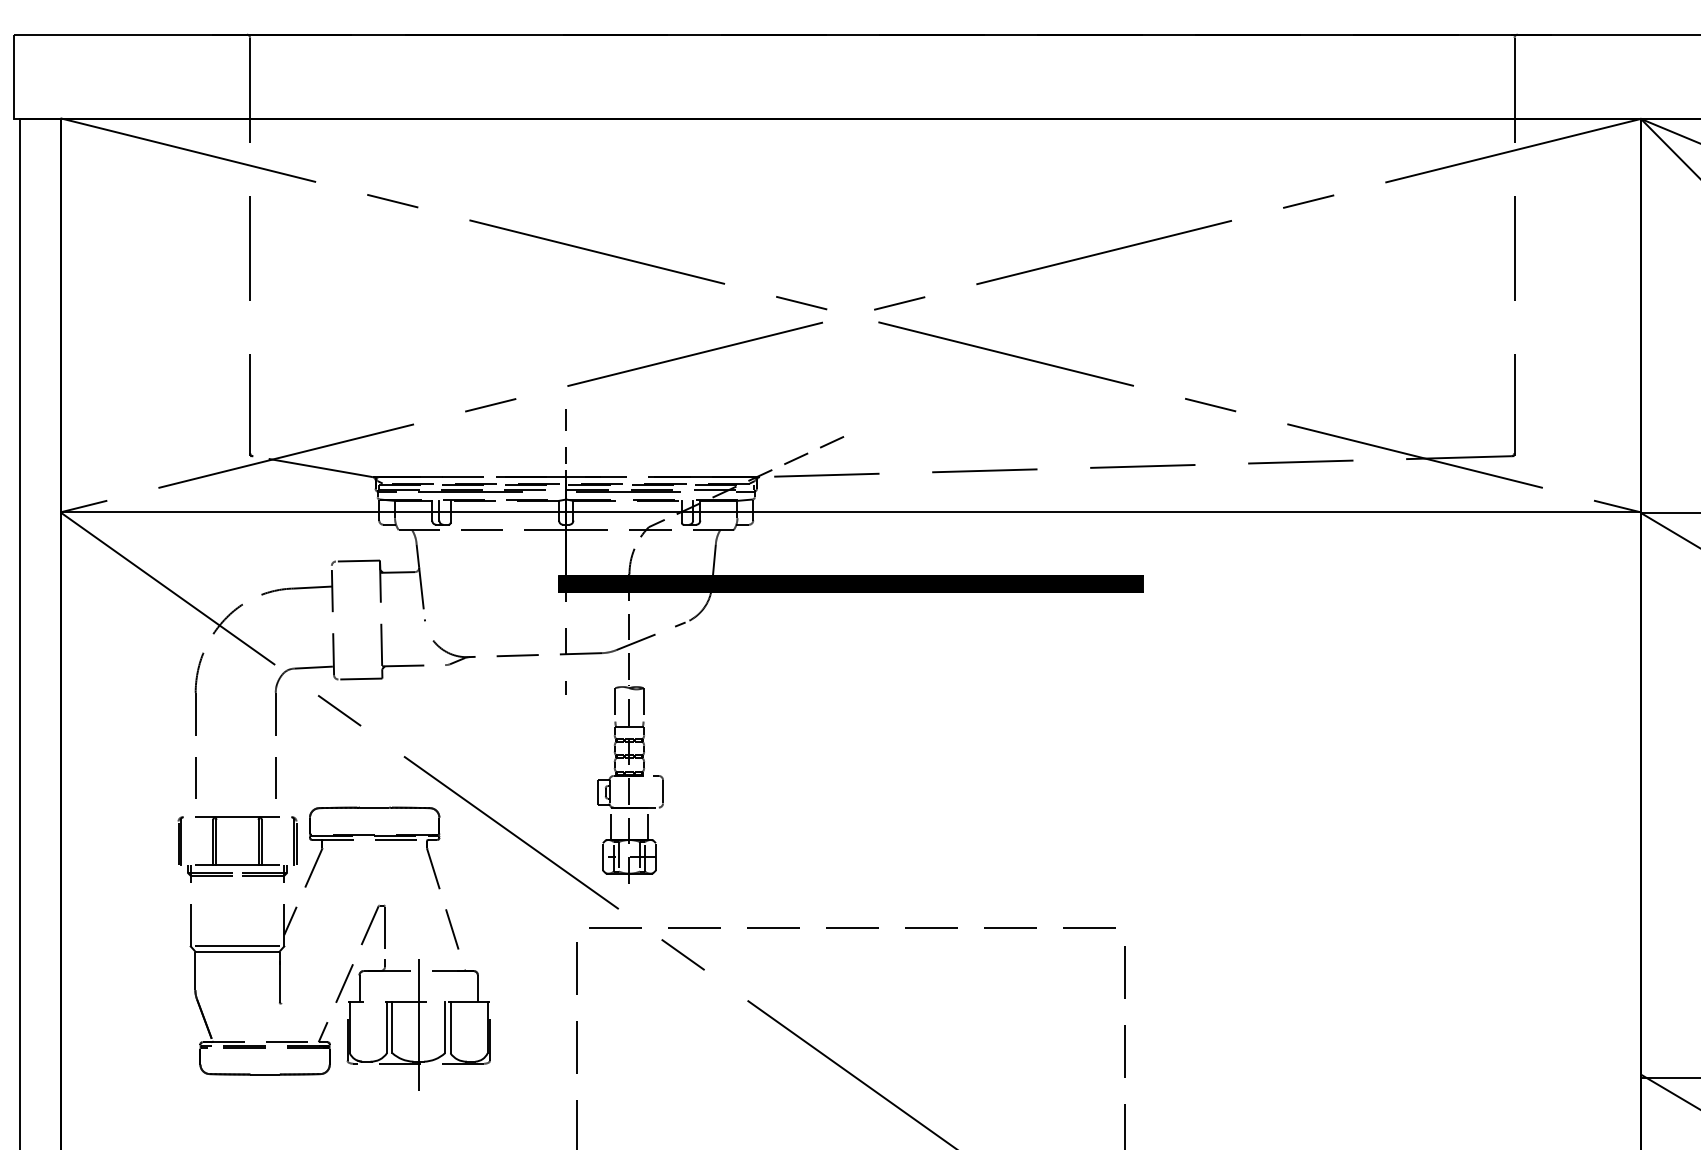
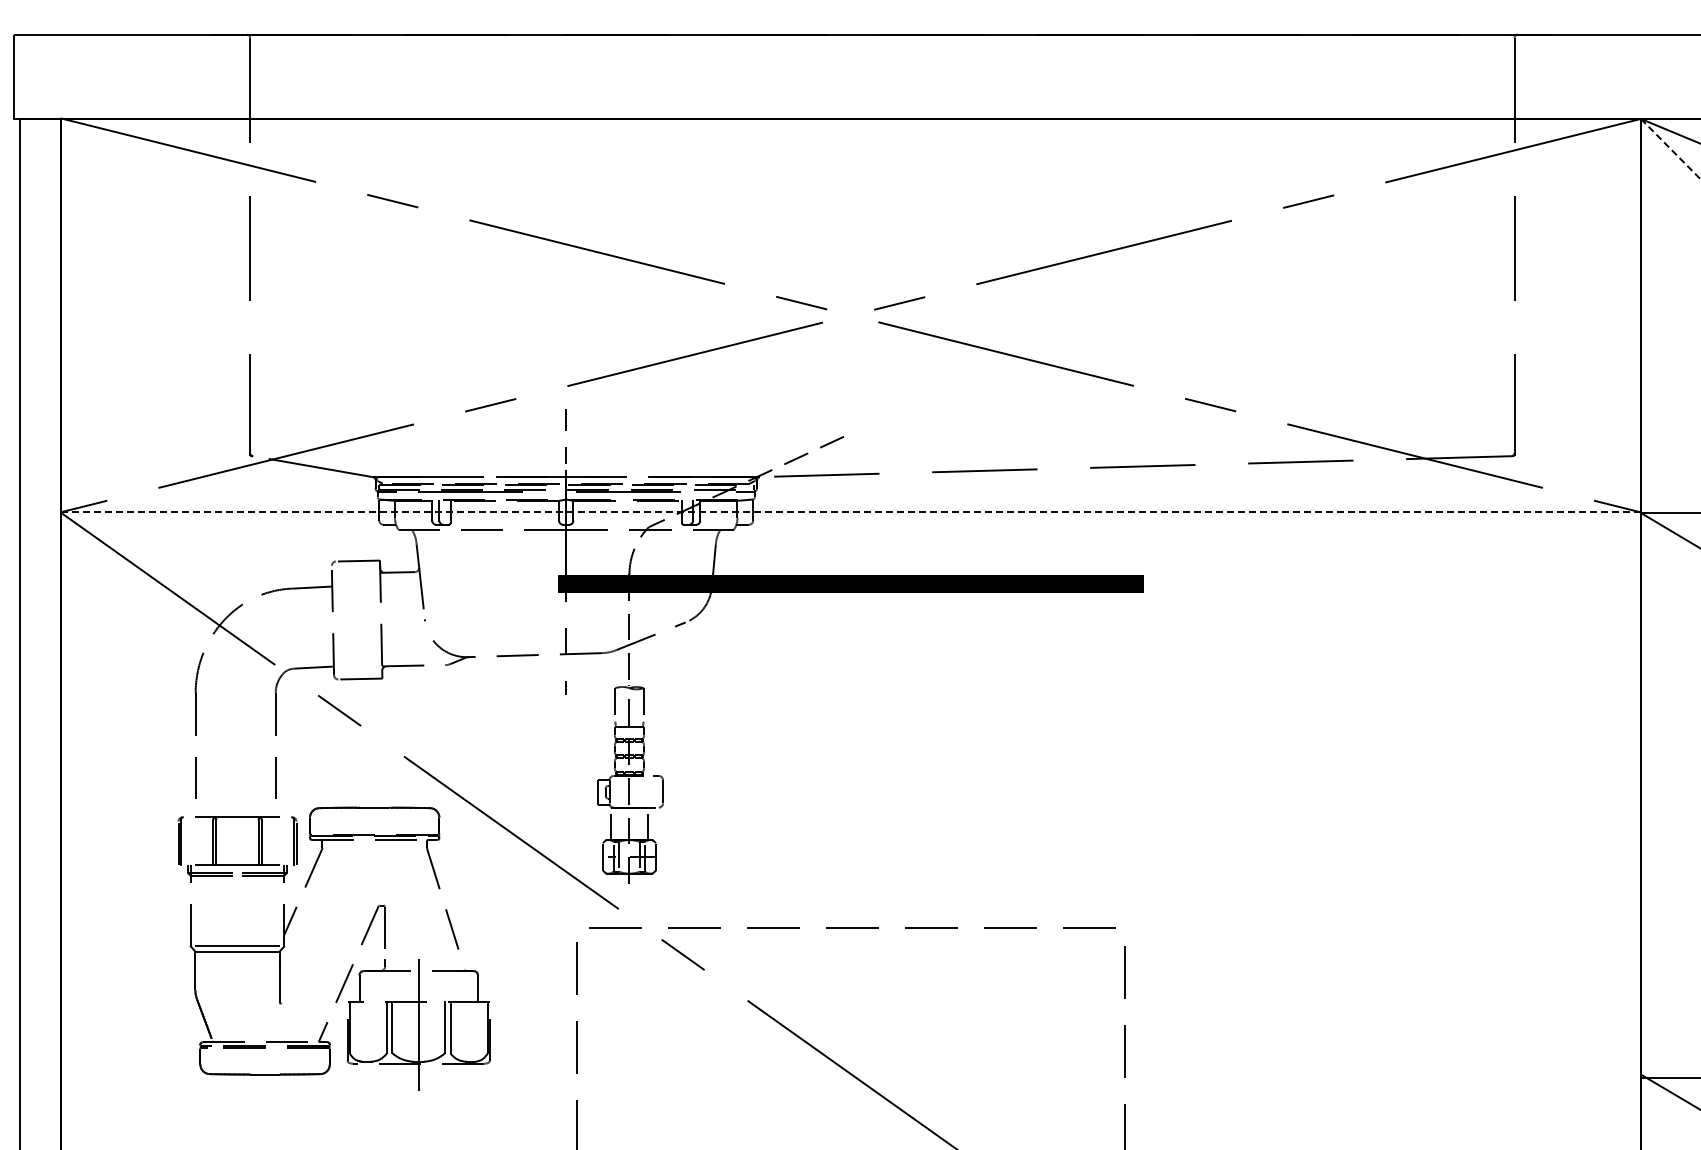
line at (1671, 149): solid -> dashed
line at (850, 512): solid -> dashed
